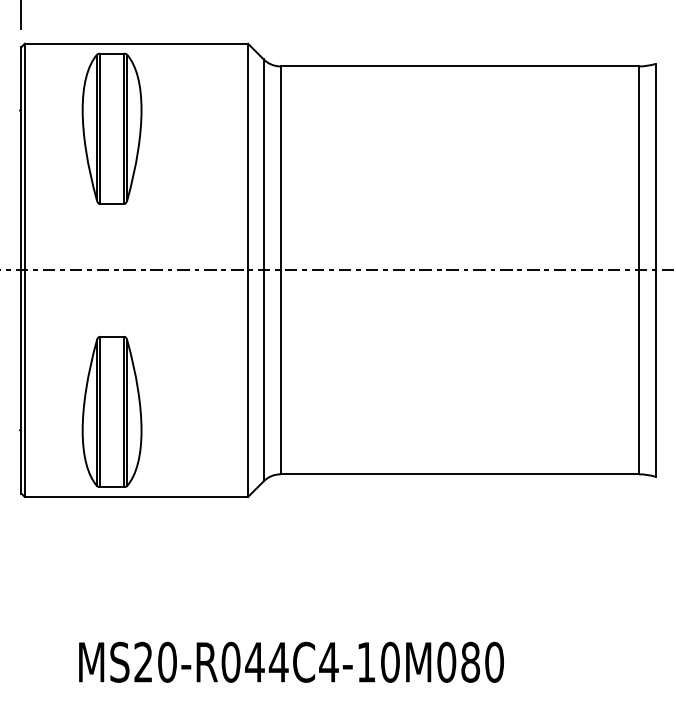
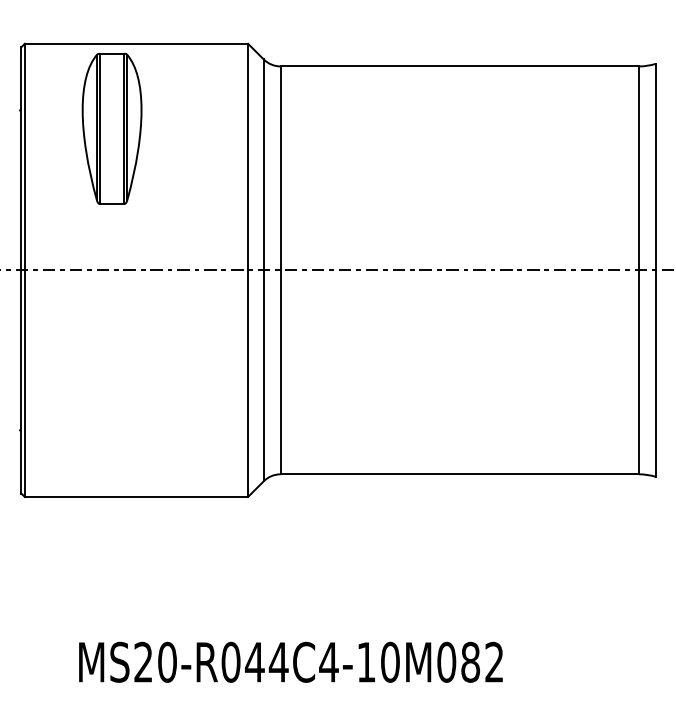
line at (21, 15): present -> none
part at (111, 411): present -> none
text at (494, 661): MS20-R044C4-10M080 -> MS20-R044C4-10M082
